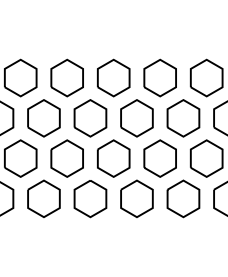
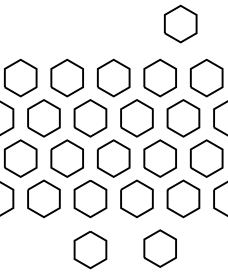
part at (180, 23): none -> present
part at (159, 248): none -> present
part at (90, 250): none -> present
